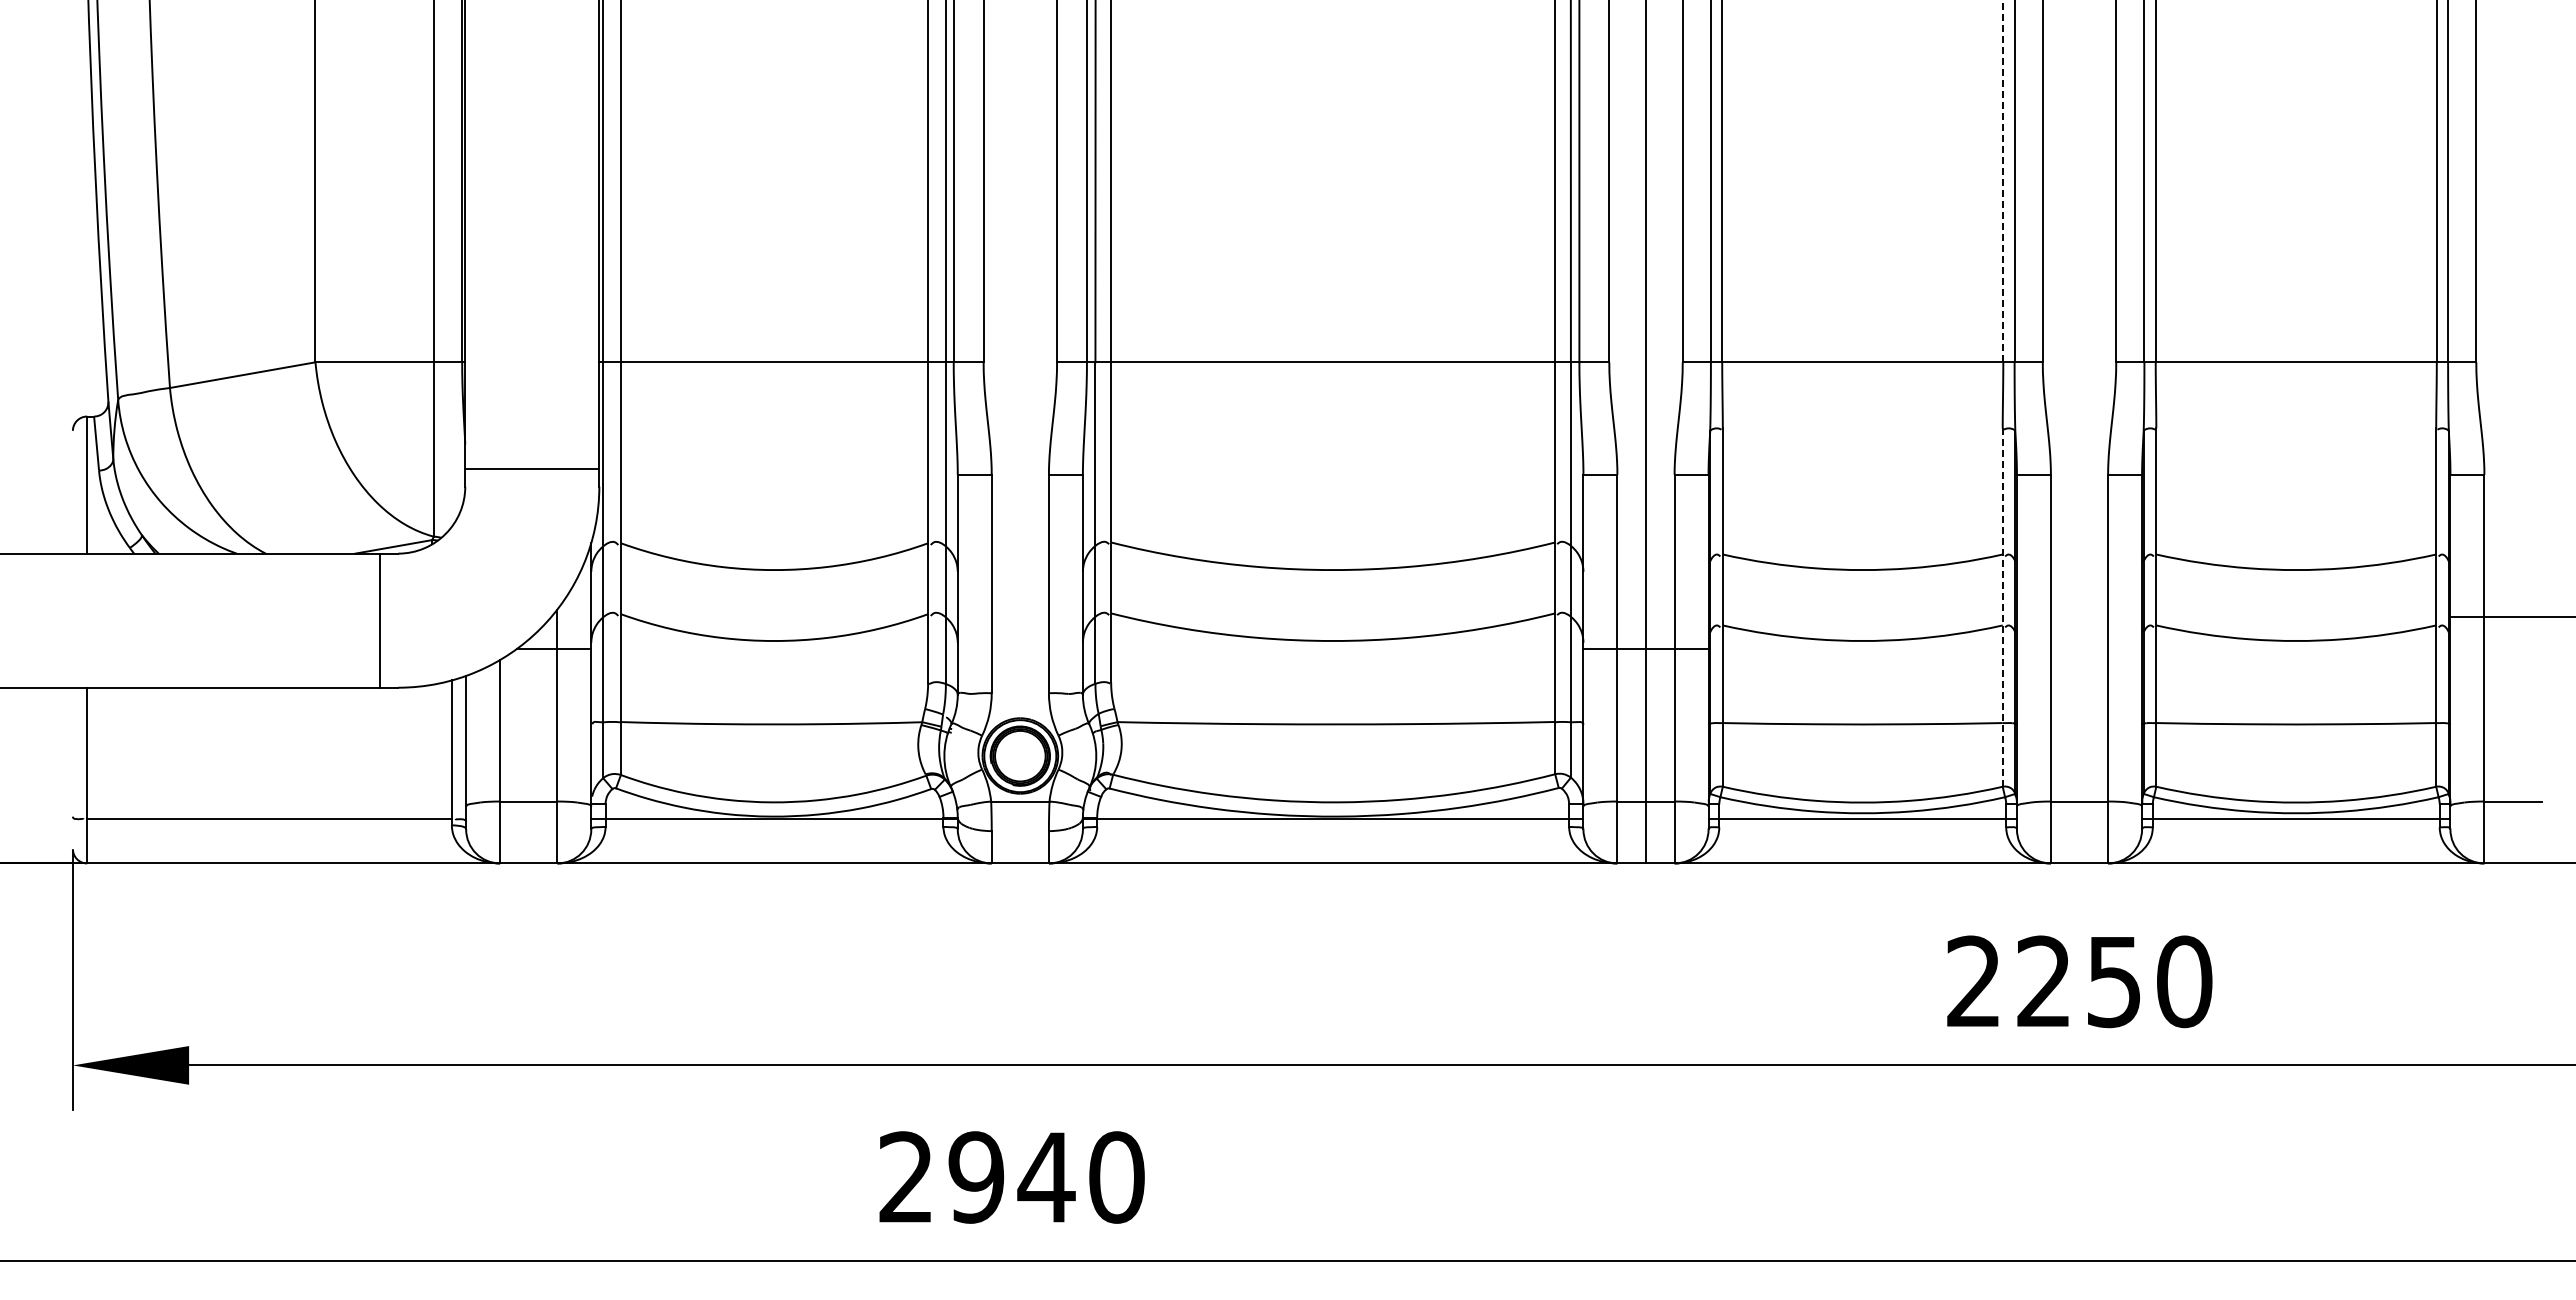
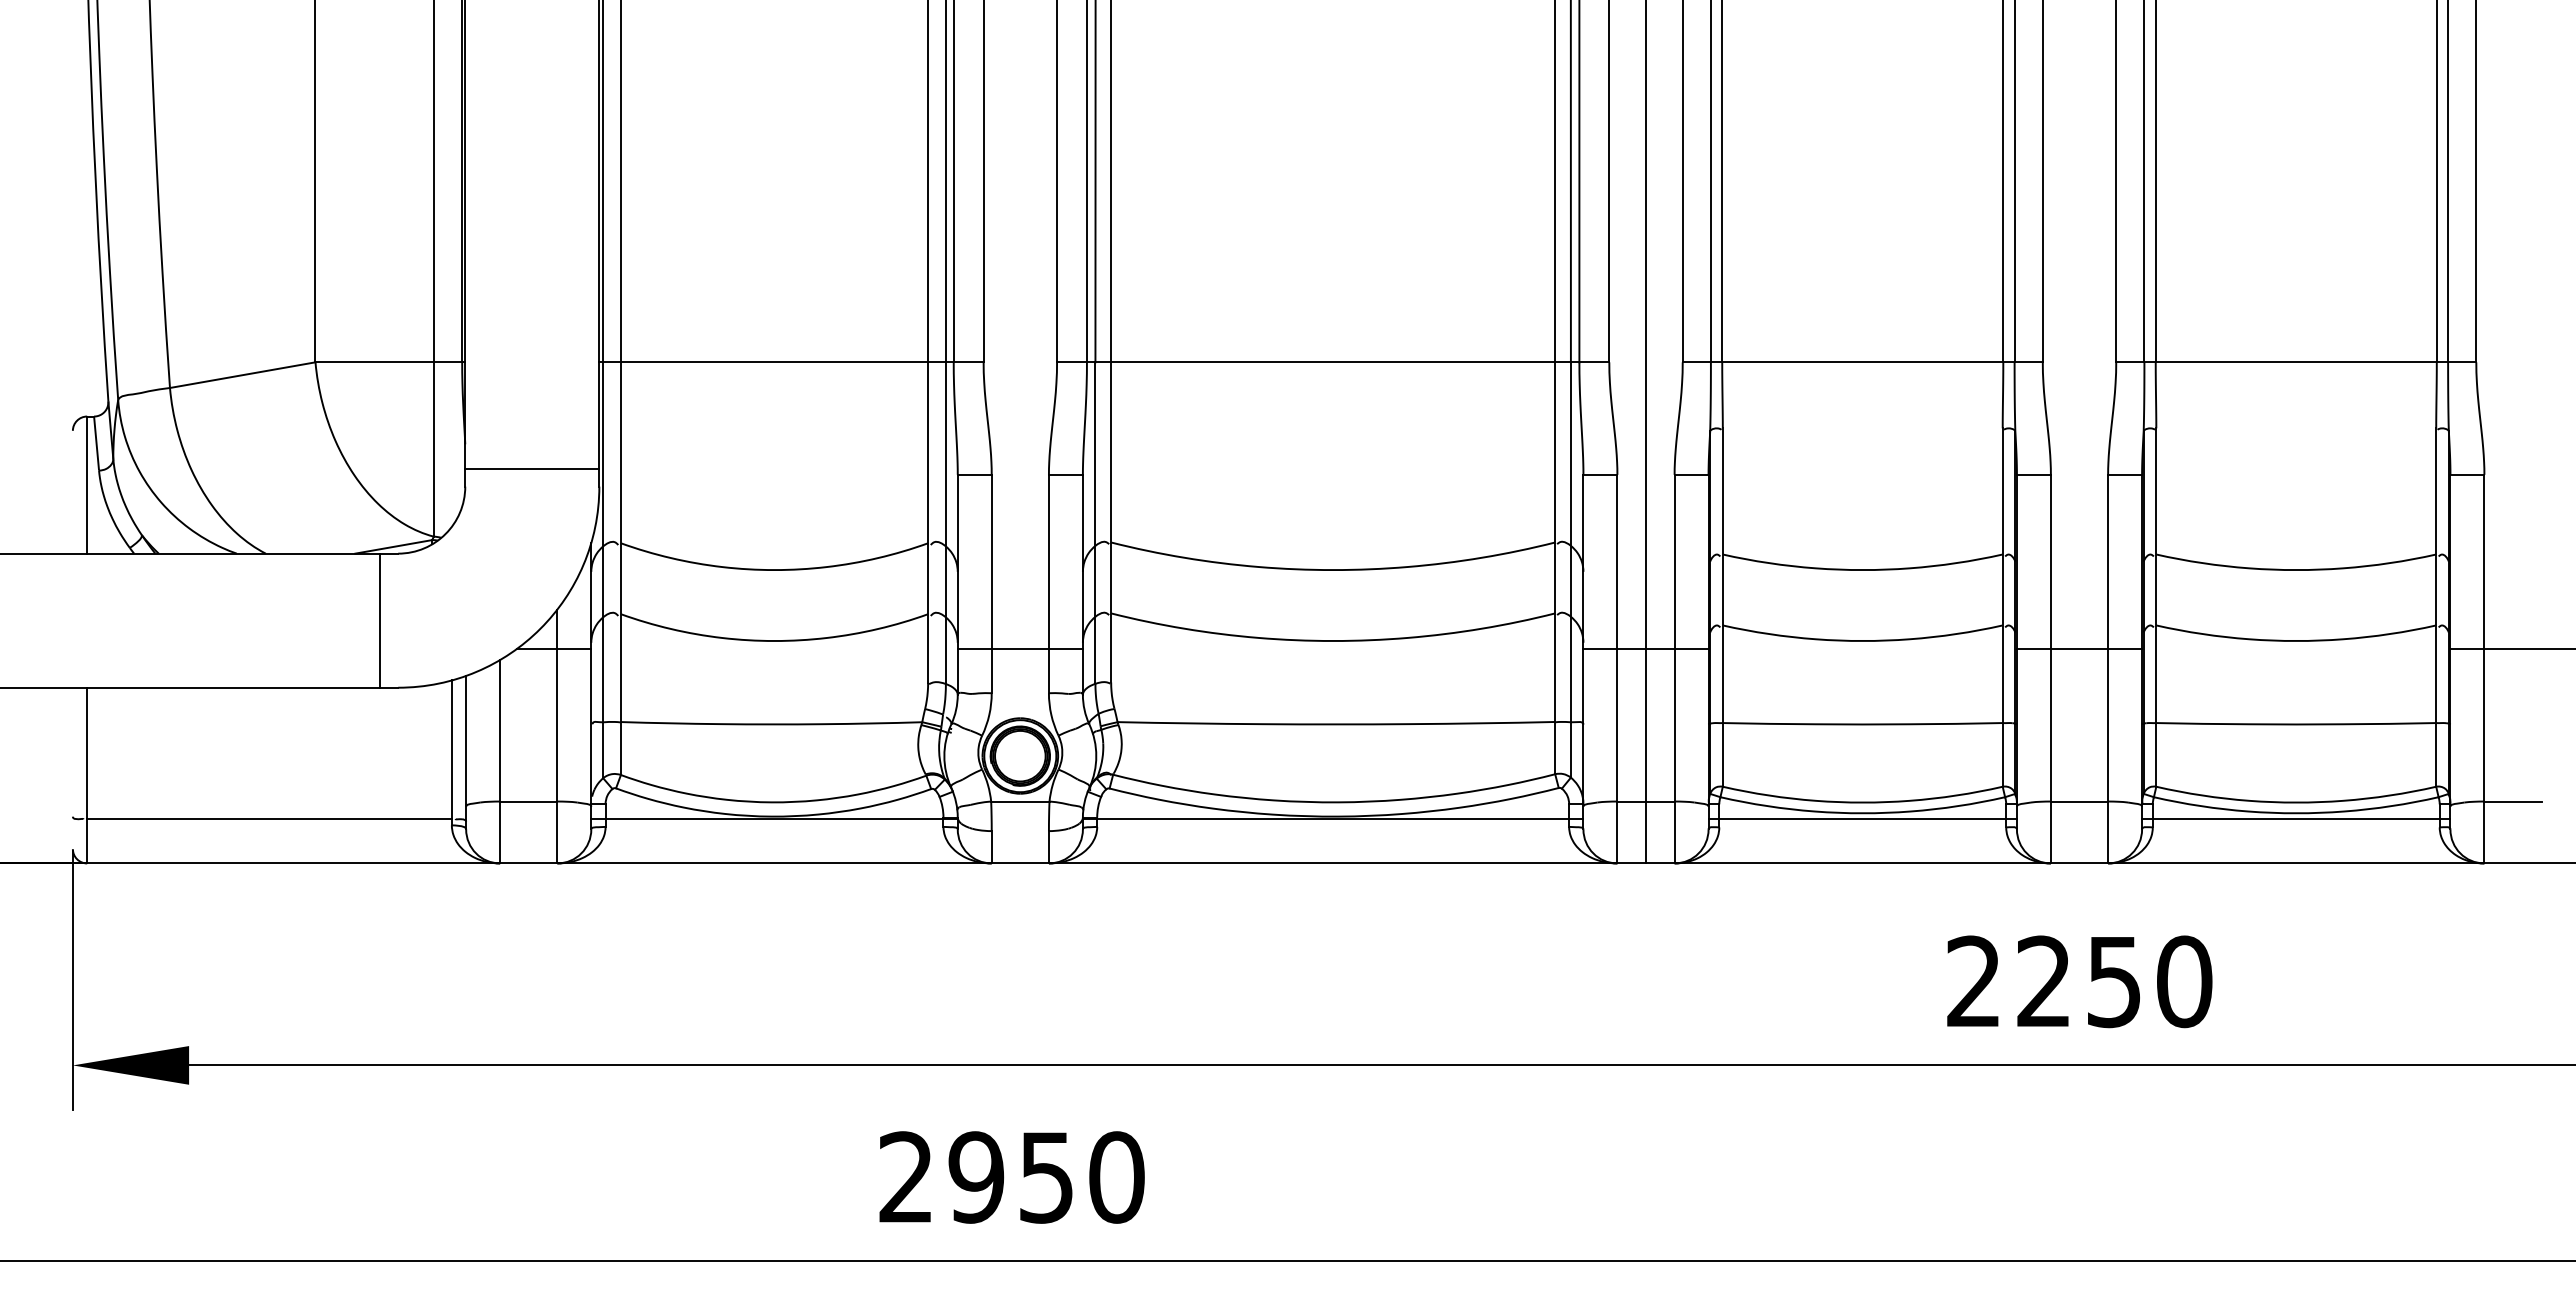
line at (2003, 181): dashed -> solid
line at (2002, 607): dashed -> solid
line at (2511, 617) position: (2511, 617) -> (2511, 649)
line at (1019, 649): none -> present
line at (2079, 649): none -> present
text at (1046, 1177): 2940 -> 2950
